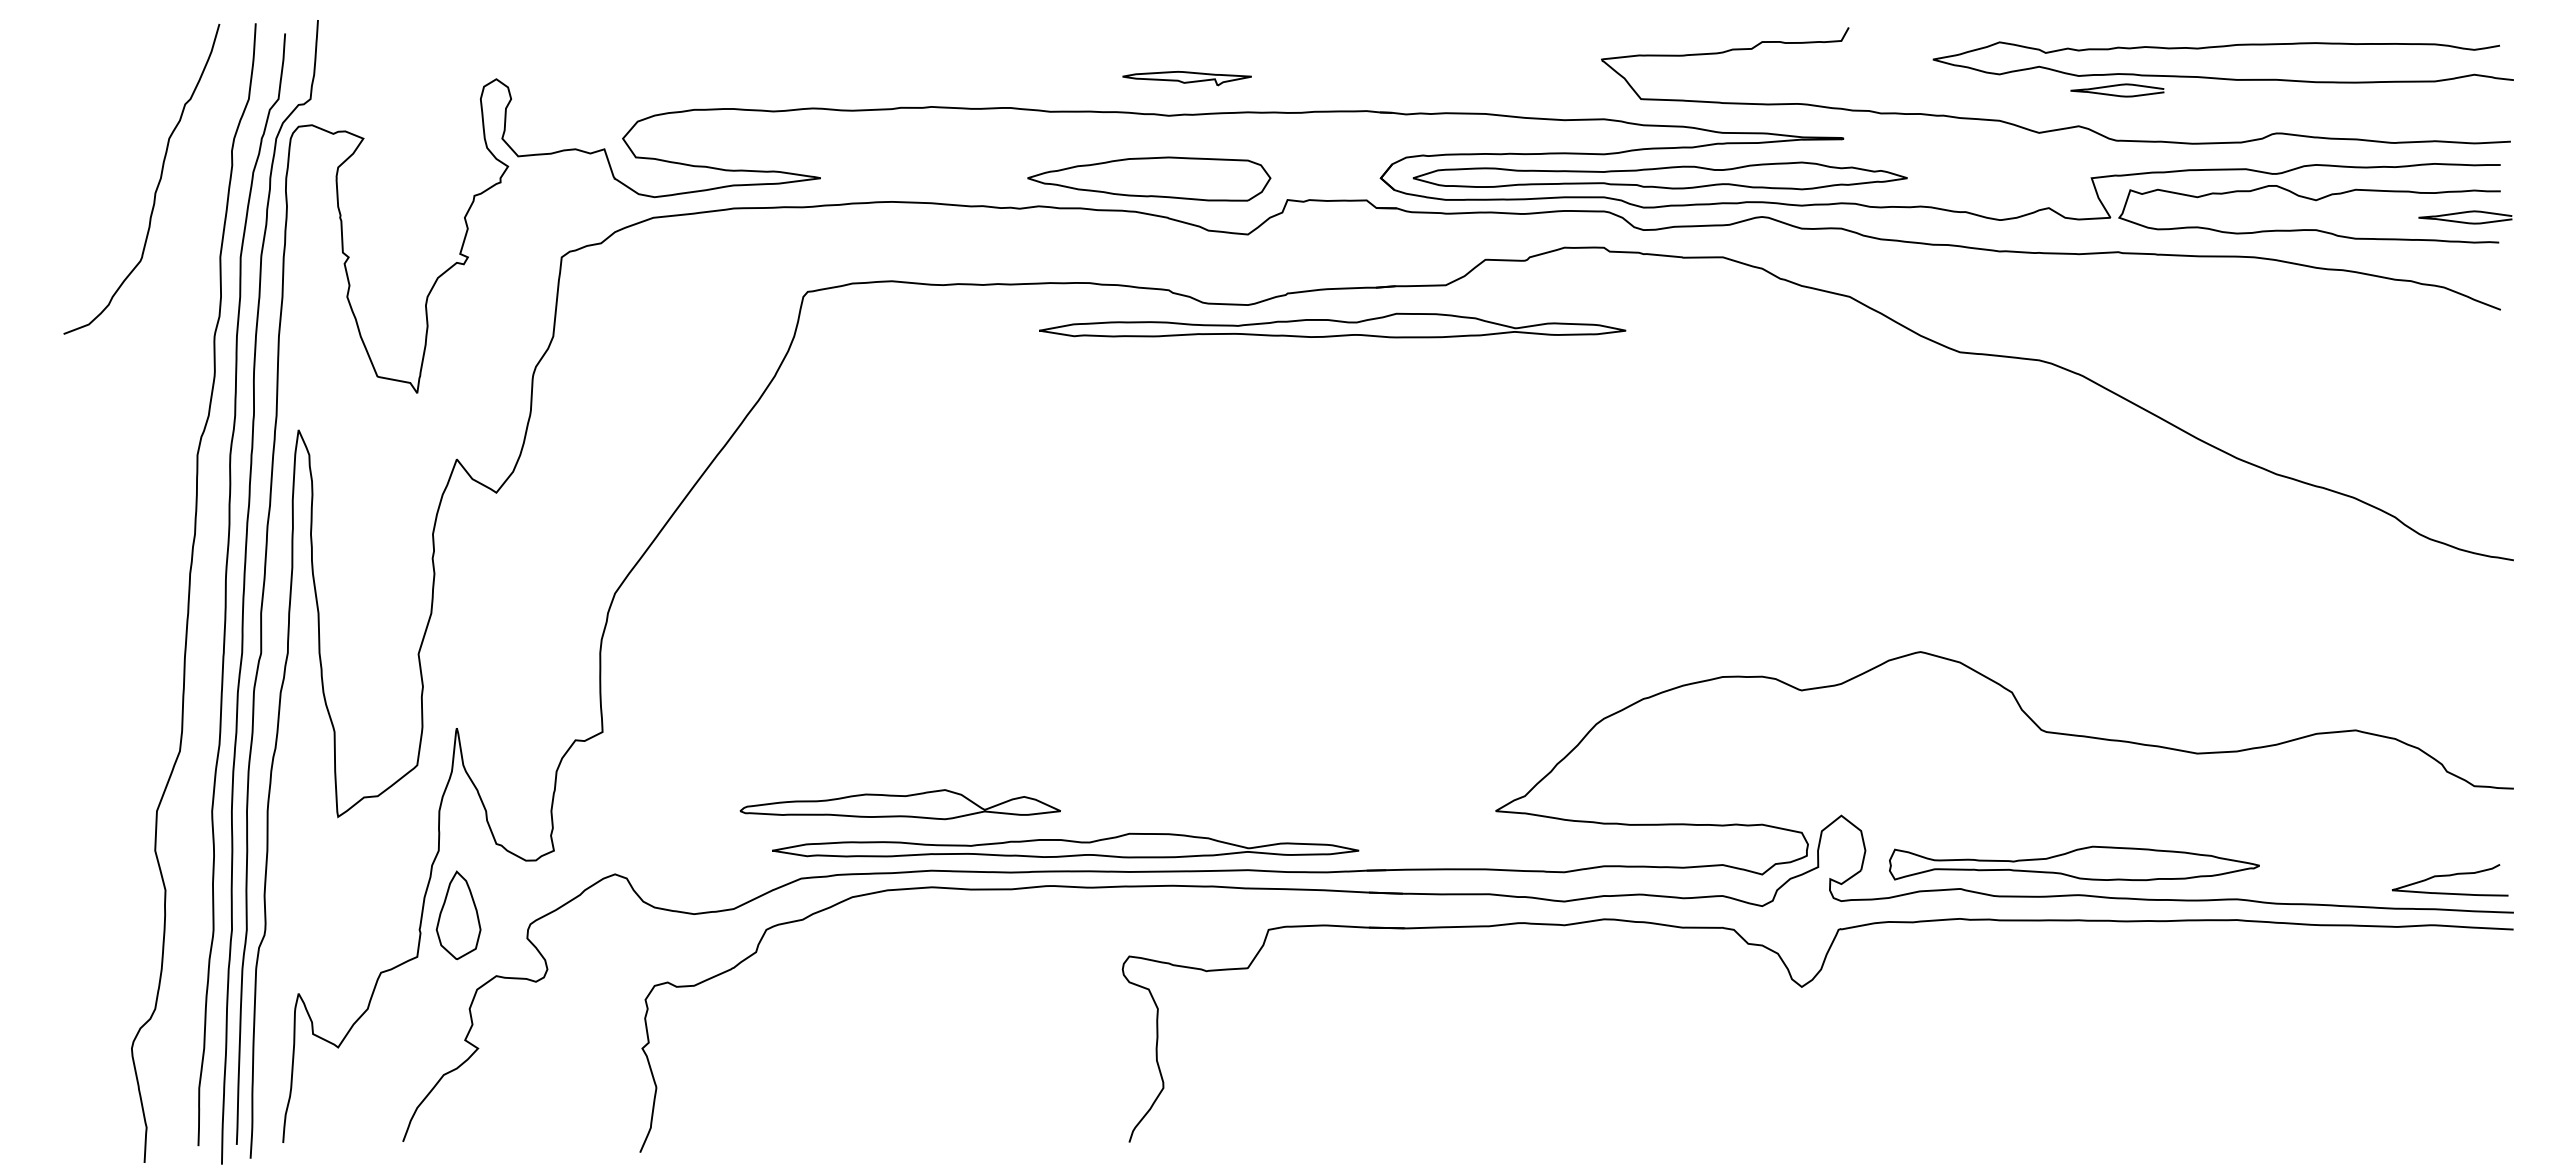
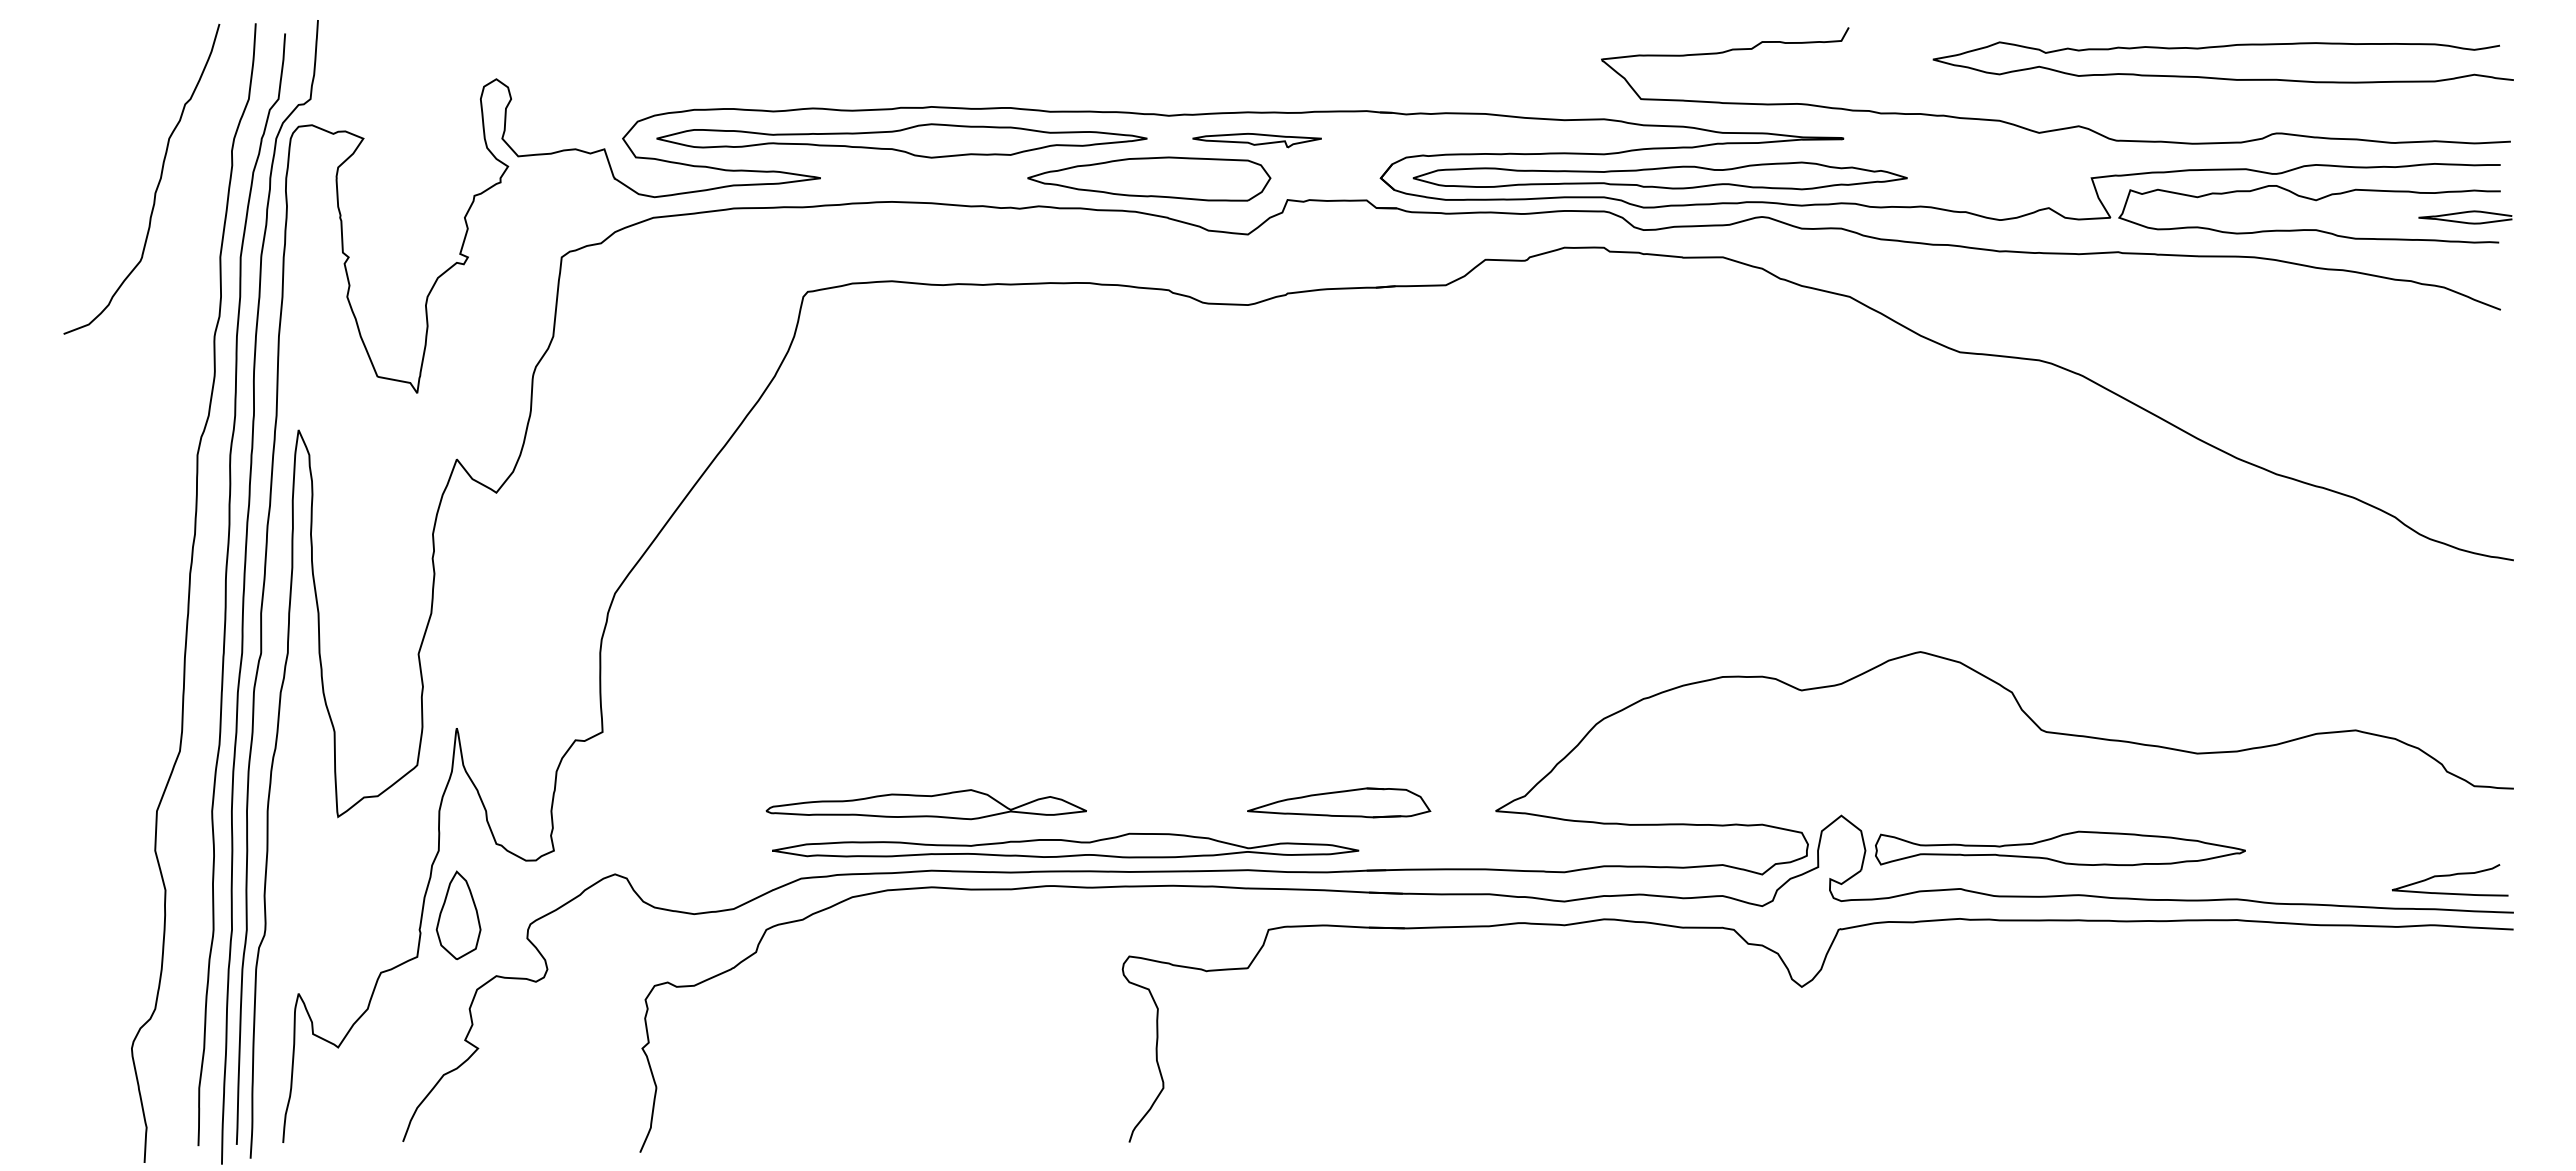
part at (1186, 78) position: (1186, 78) -> (1256, 140)
curve at (2117, 86): present -> none
part at (901, 140): none -> present
part at (1332, 325): present -> none
part at (1339, 802): none -> present
part at (899, 804) position: (899, 804) -> (925, 804)
part at (2074, 863) position: (2074, 863) -> (2060, 848)
